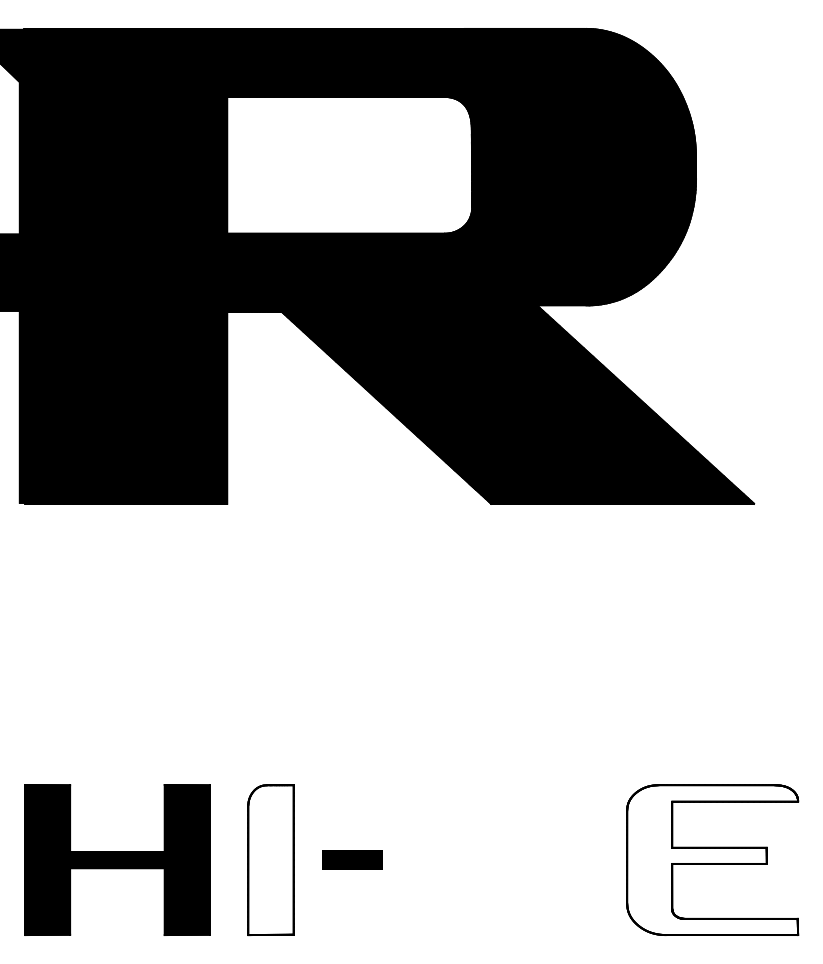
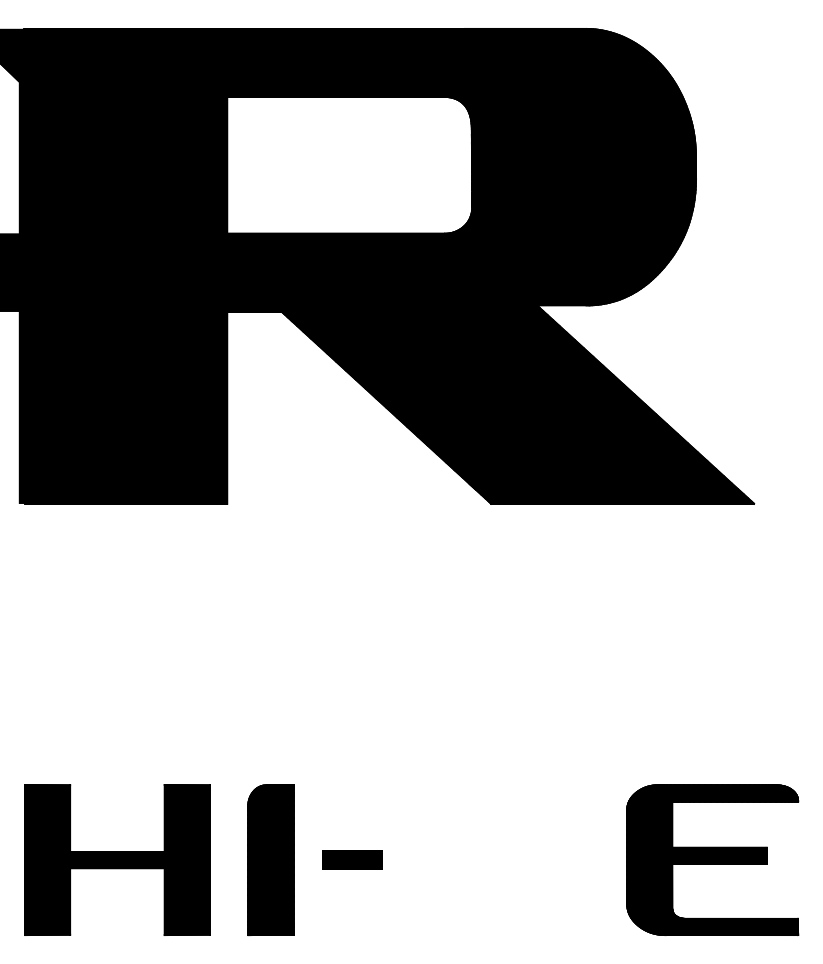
fill at (270, 860): none -> present
fill at (712, 860): none -> present
